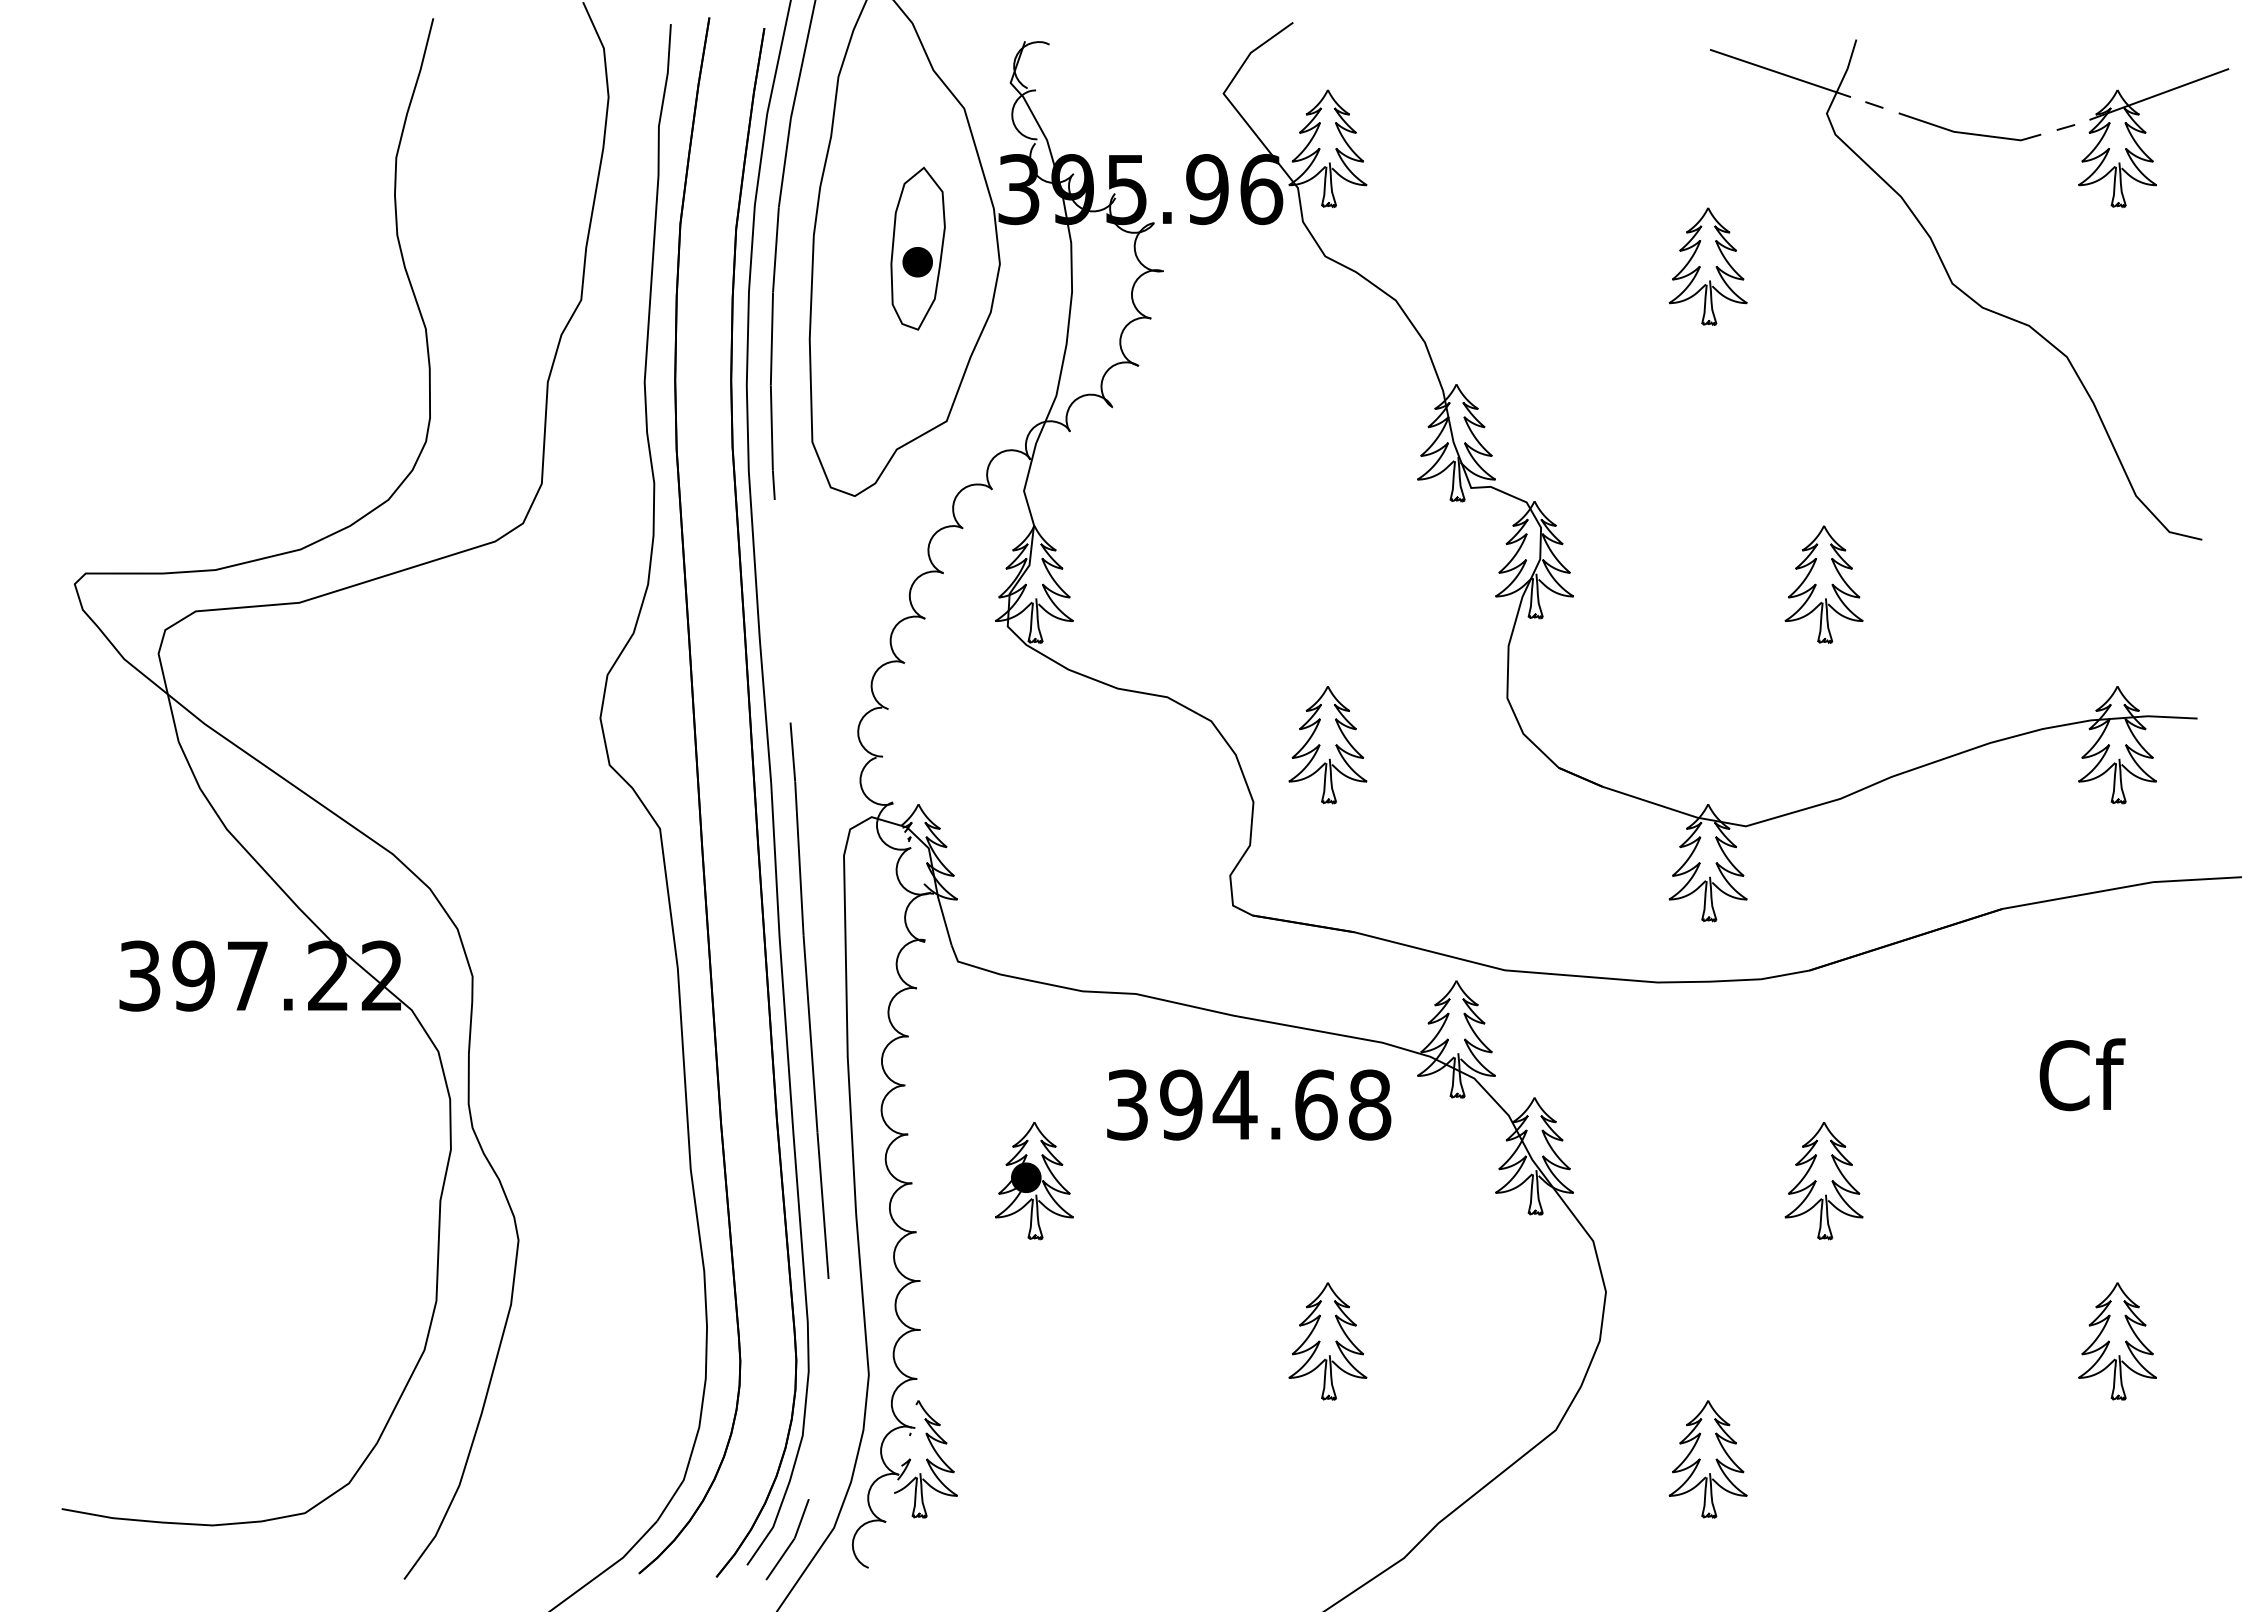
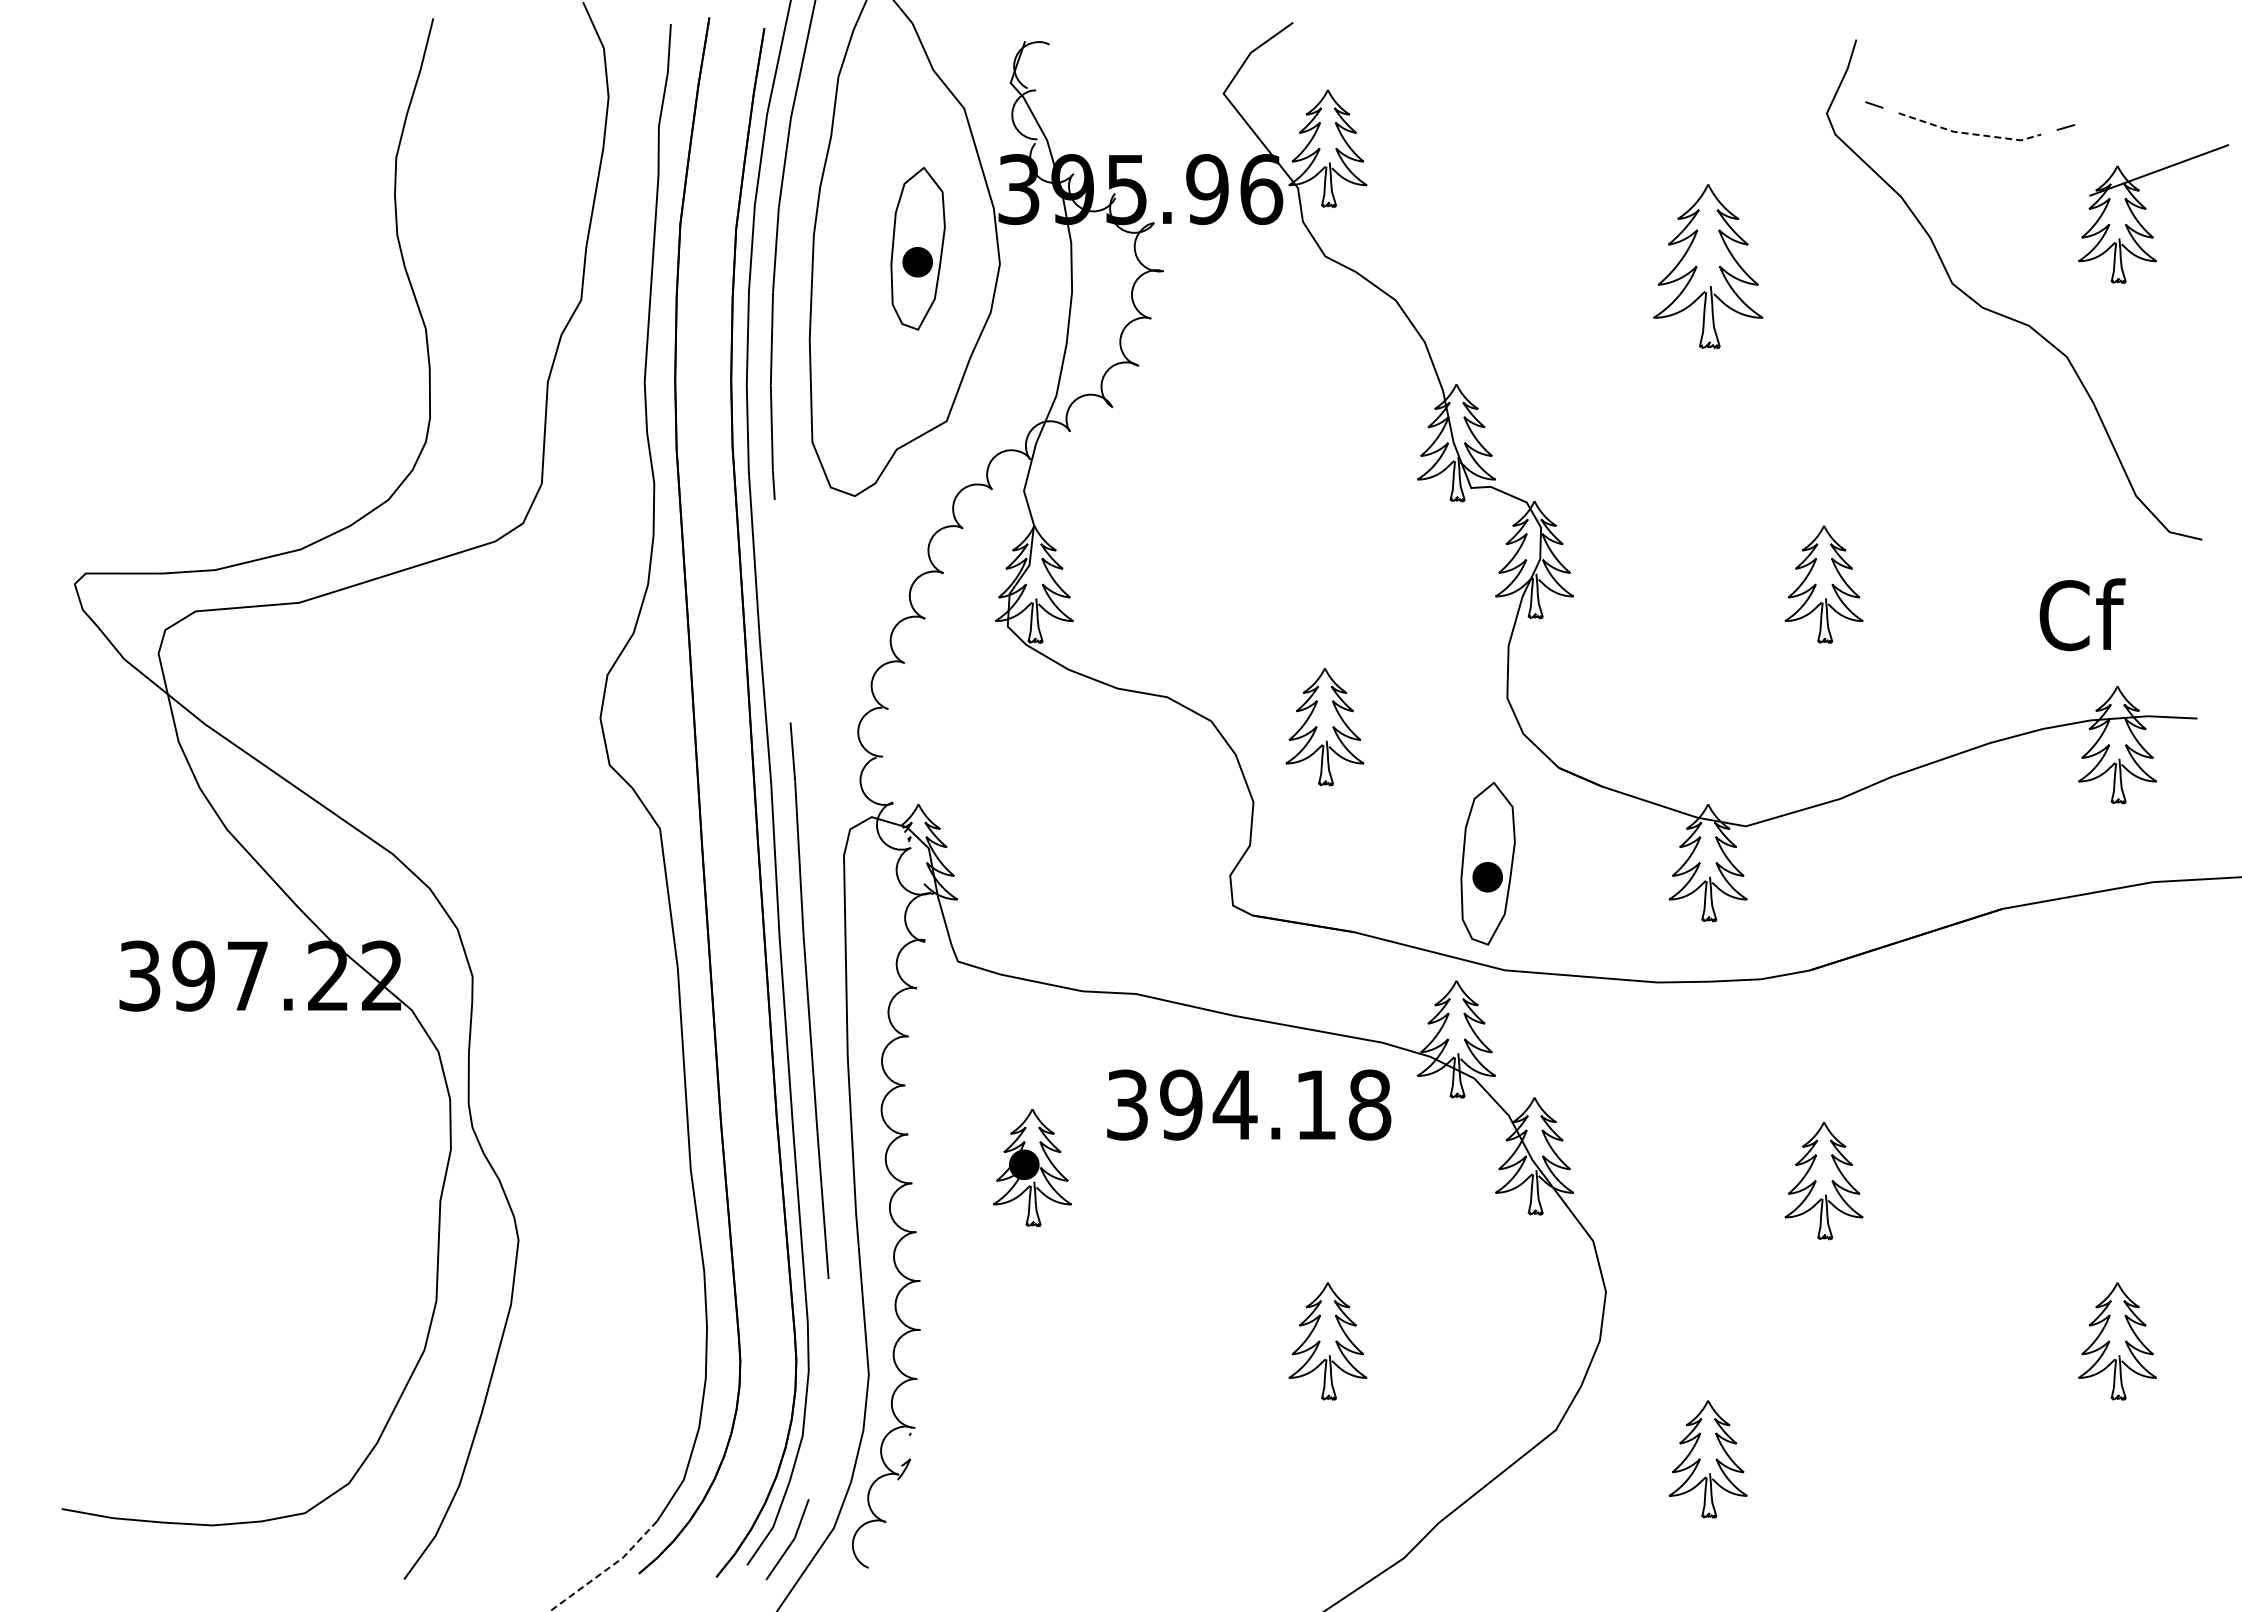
line at (1780, 73): present -> none
part at (2146, 132) position: (2146, 132) -> (2146, 208)
line at (1969, 133): solid -> dashed
part at (1707, 266) size: 80x119 px -> 111x166 px
part at (1327, 745) position: (1327, 745) -> (1324, 727)
part at (1487, 863): none -> present
text at (2082, 1074) position: (2082, 1074) -> (2082, 614)
text at (1316, 1104): 394.68 -> 394.18
part at (1034, 1181) position: (1034, 1181) -> (1032, 1168)
part at (925, 1459): present -> none
line at (606, 1569): solid -> dashed
